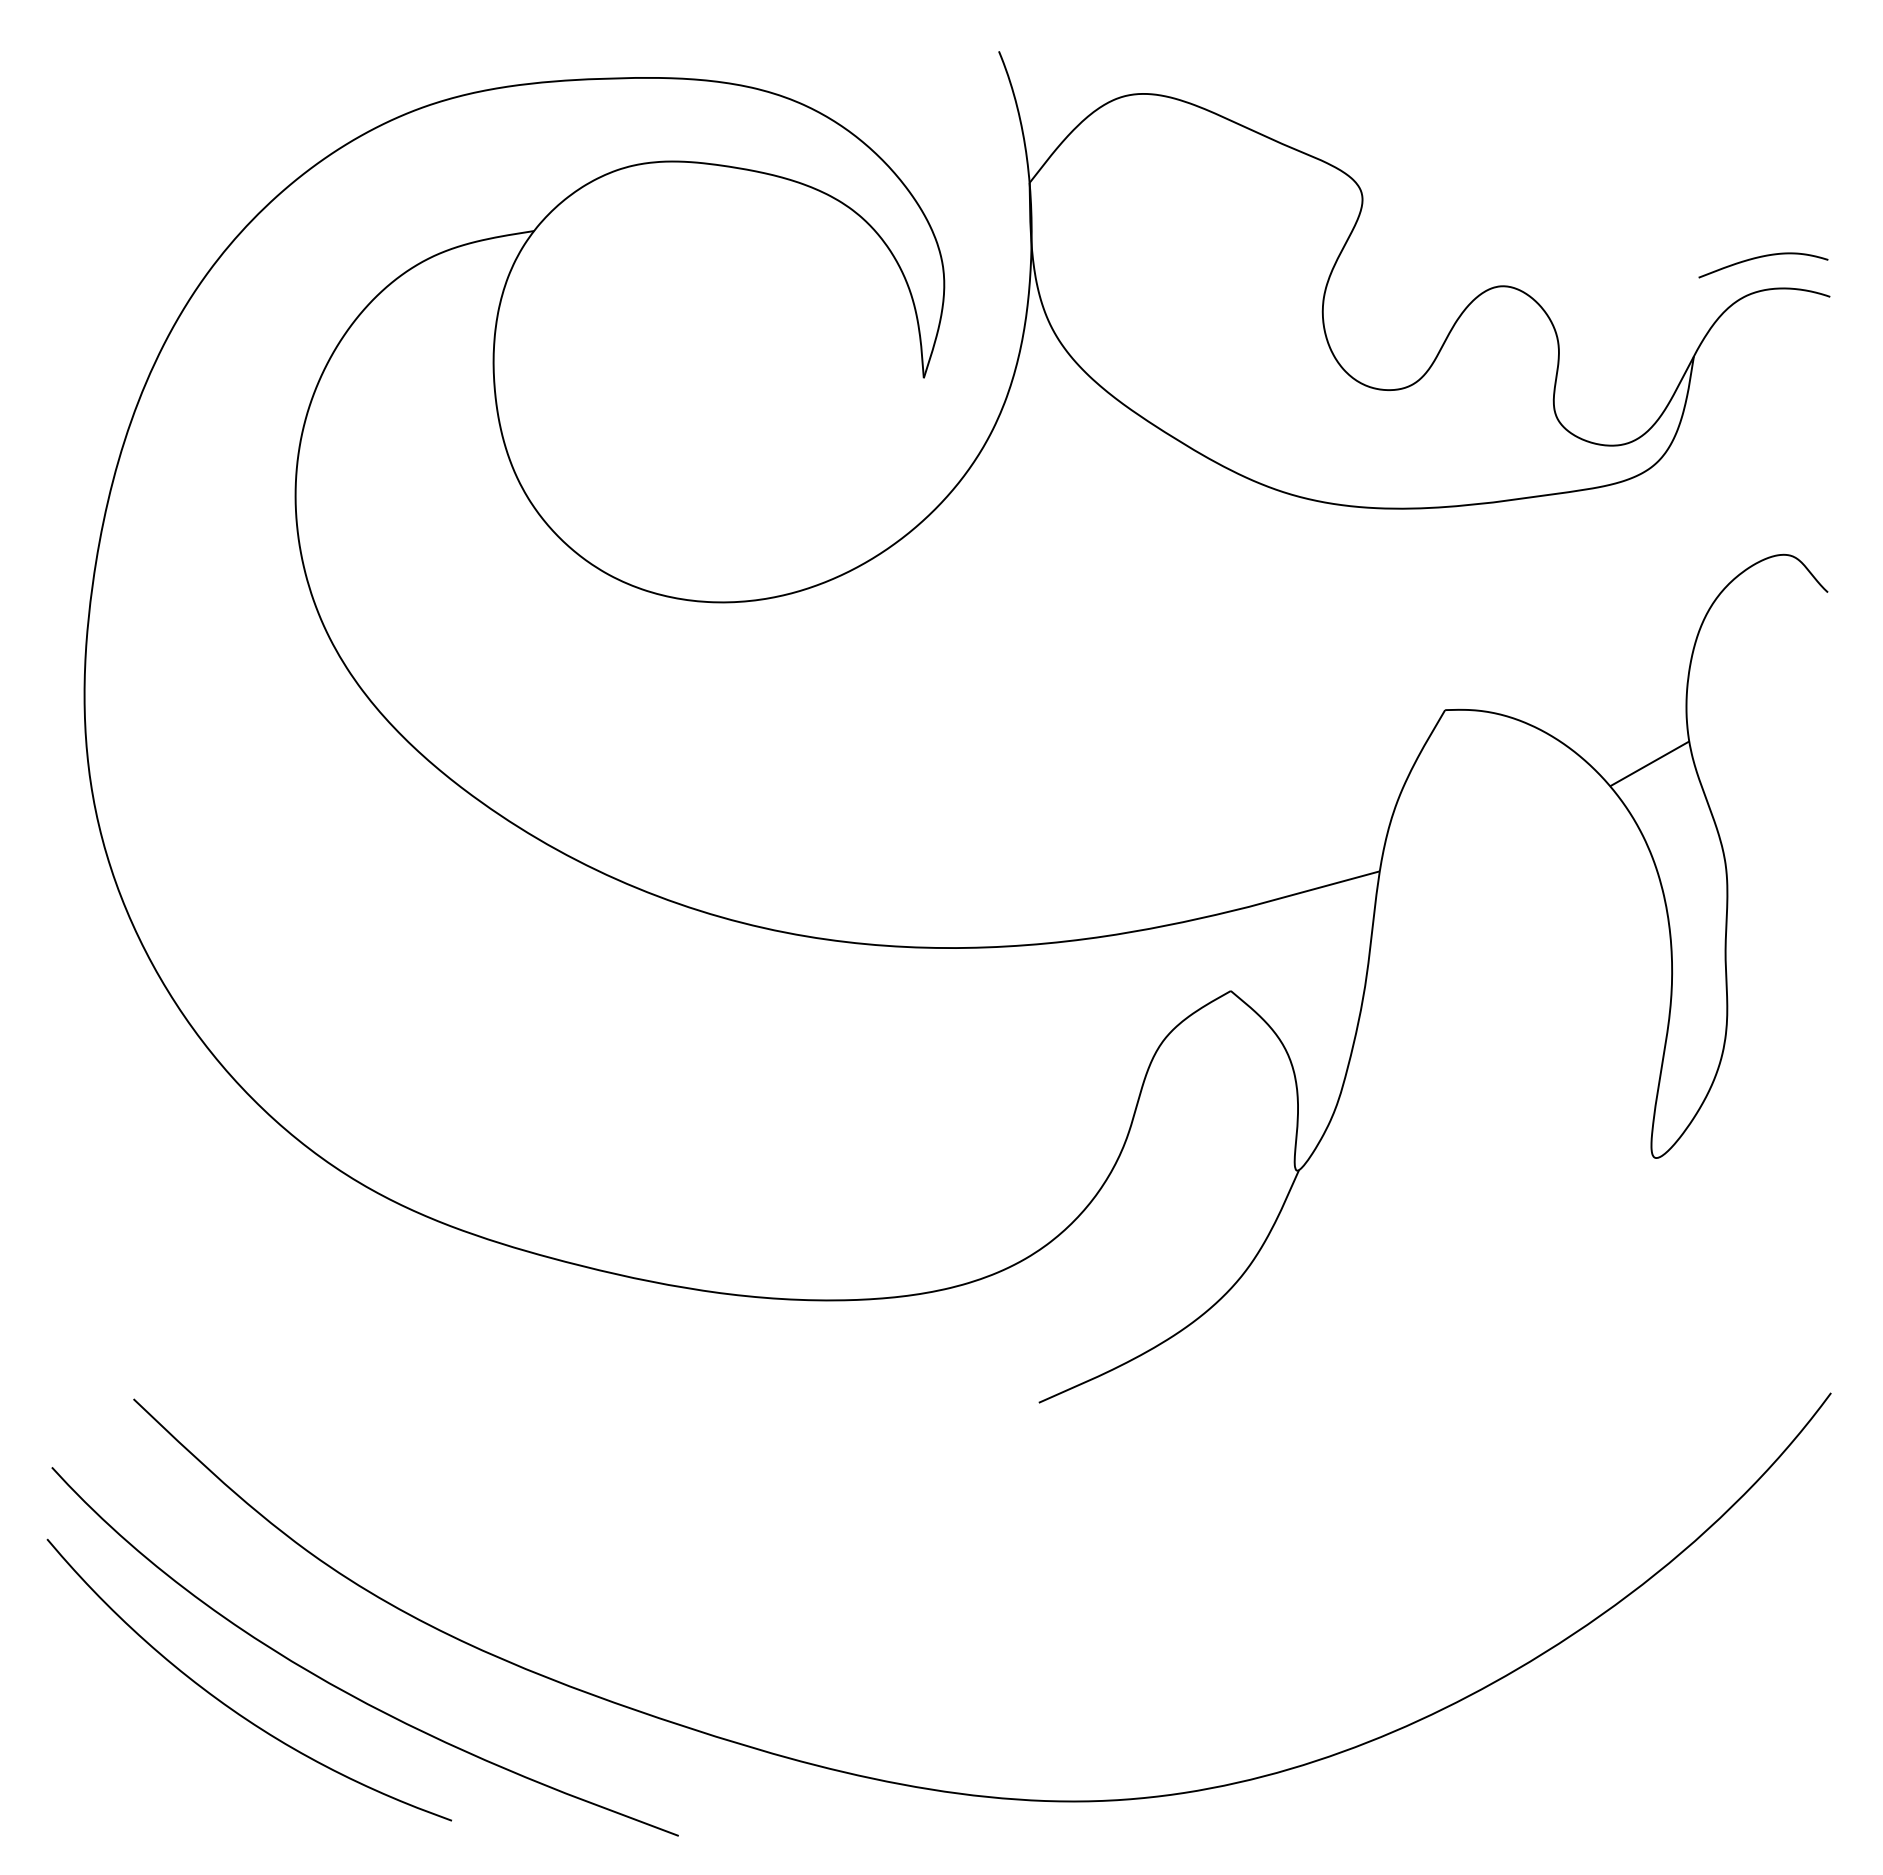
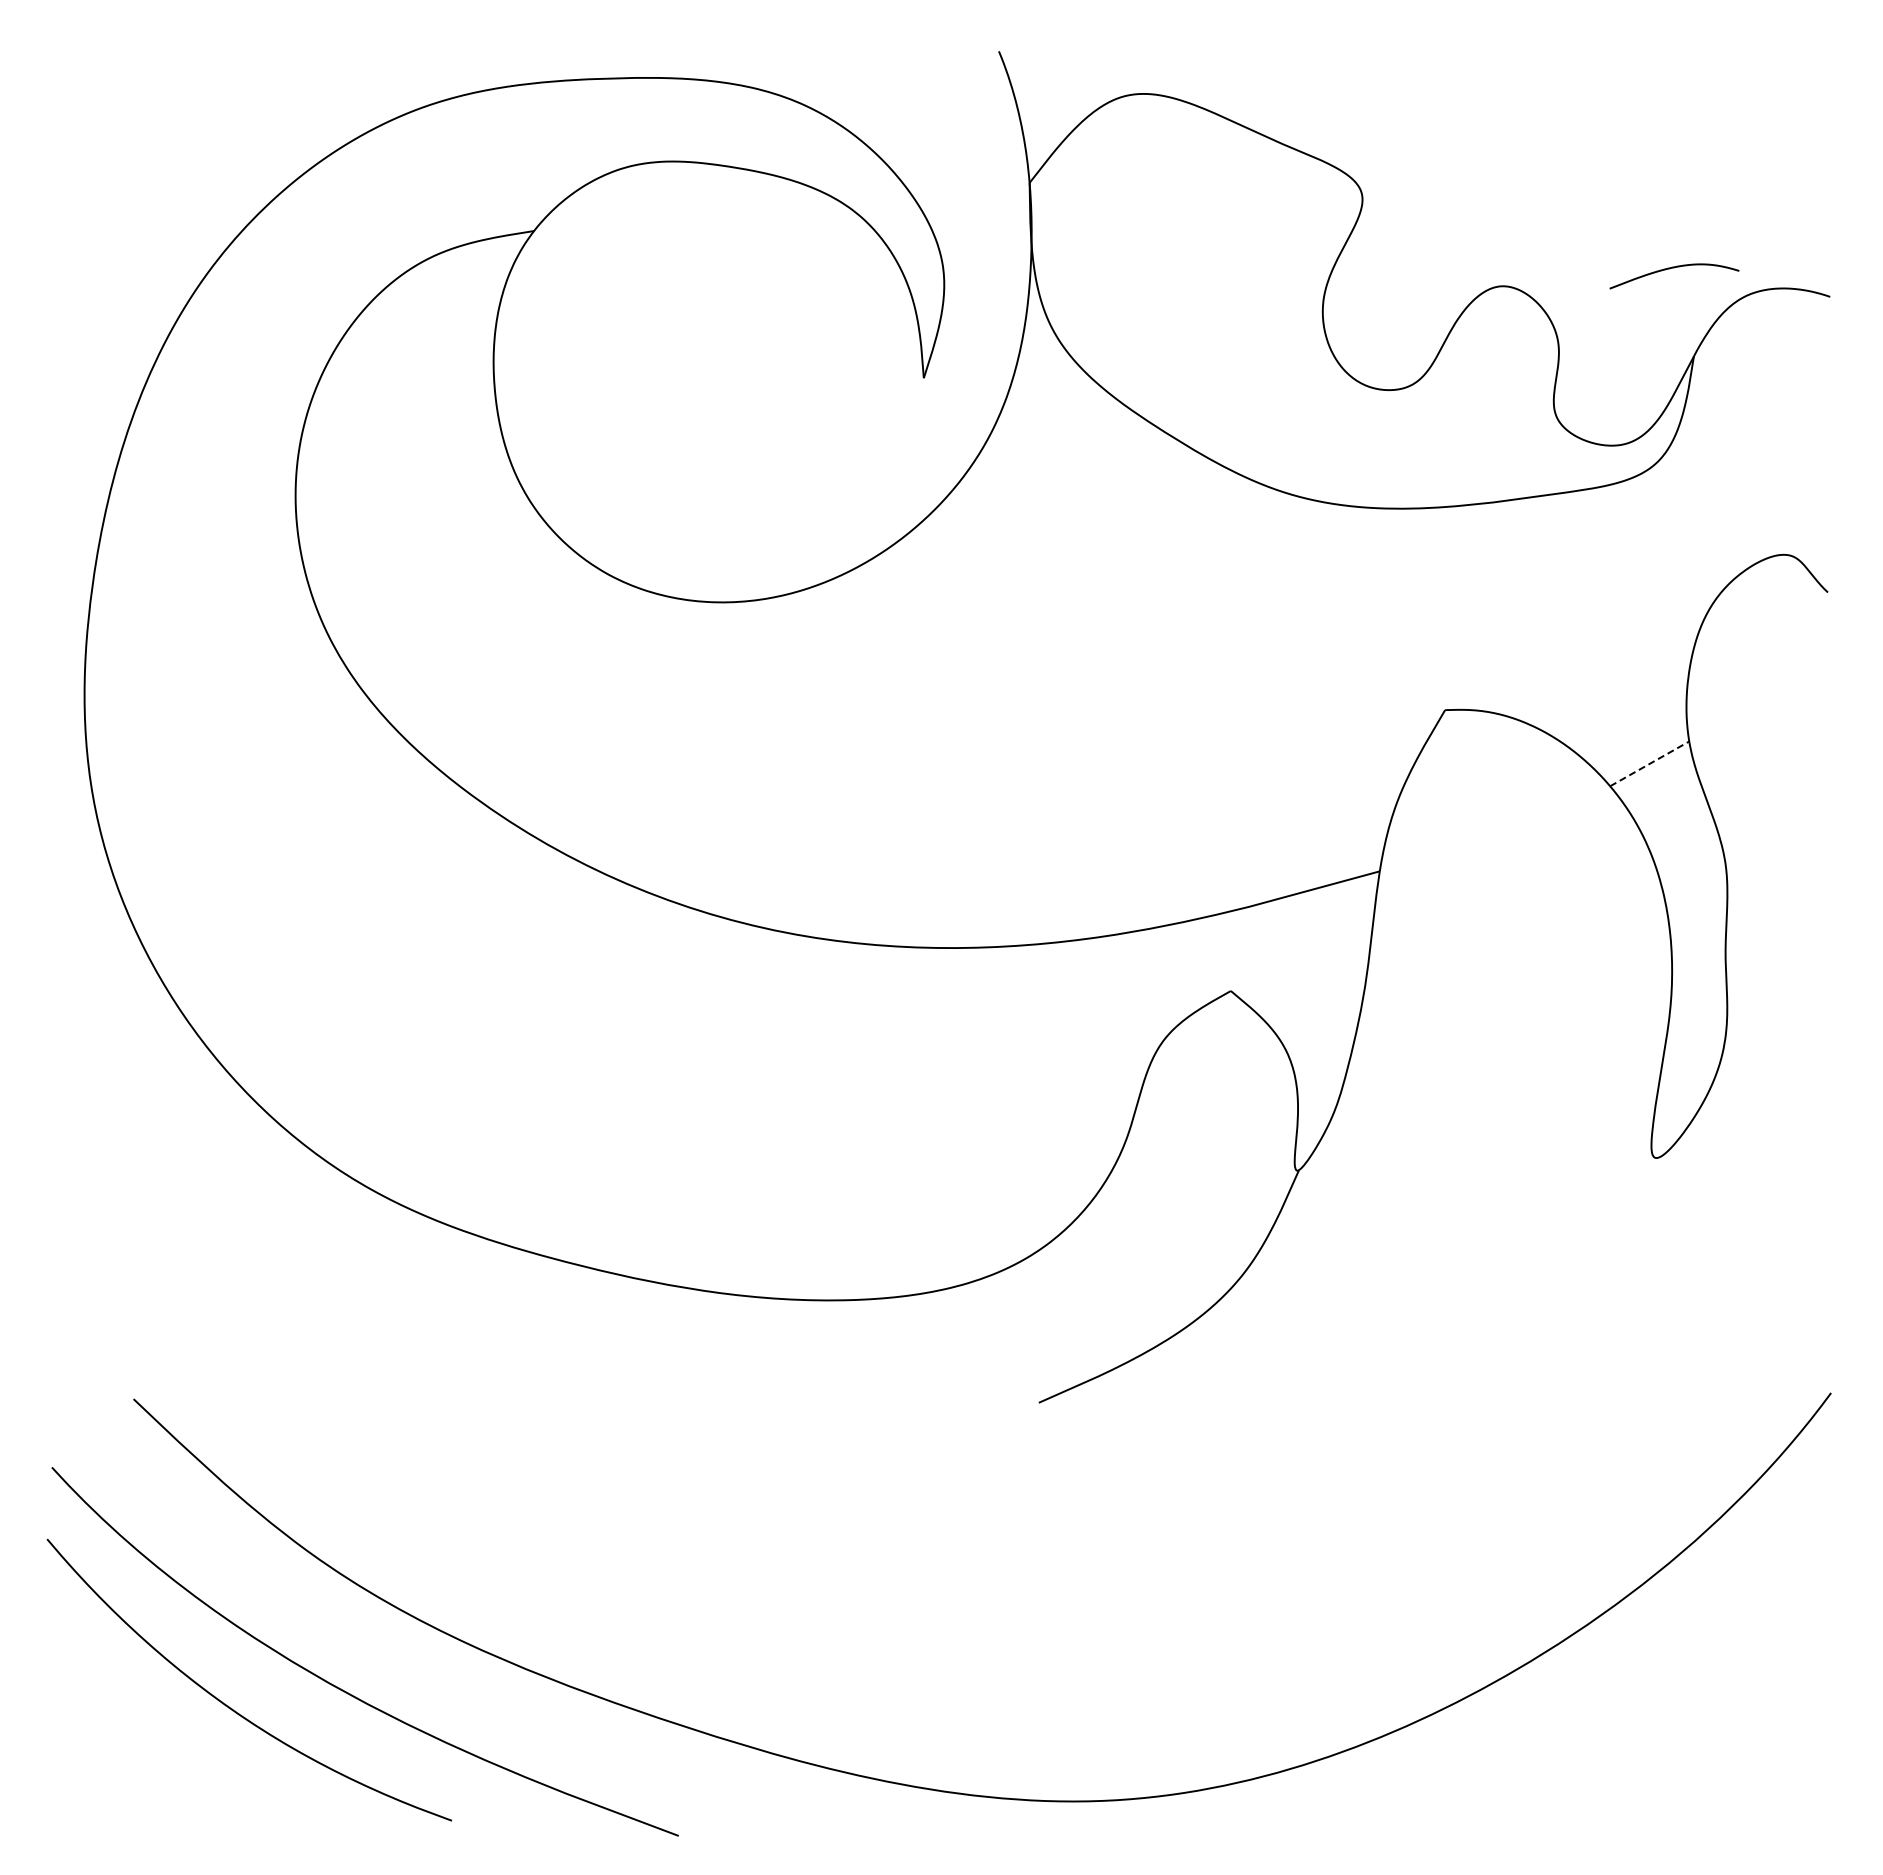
curve at (1763, 257) position: (1763, 257) -> (1674, 268)
line at (1650, 763): solid -> dashed
